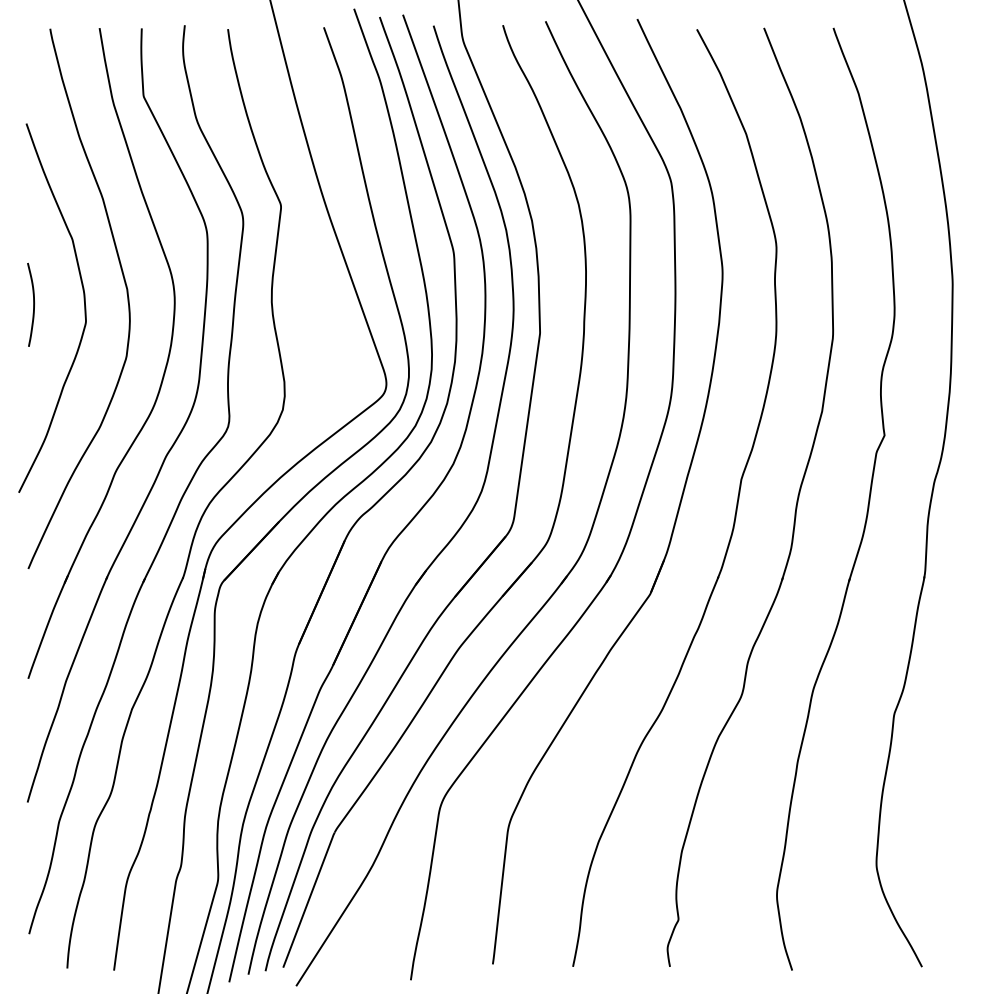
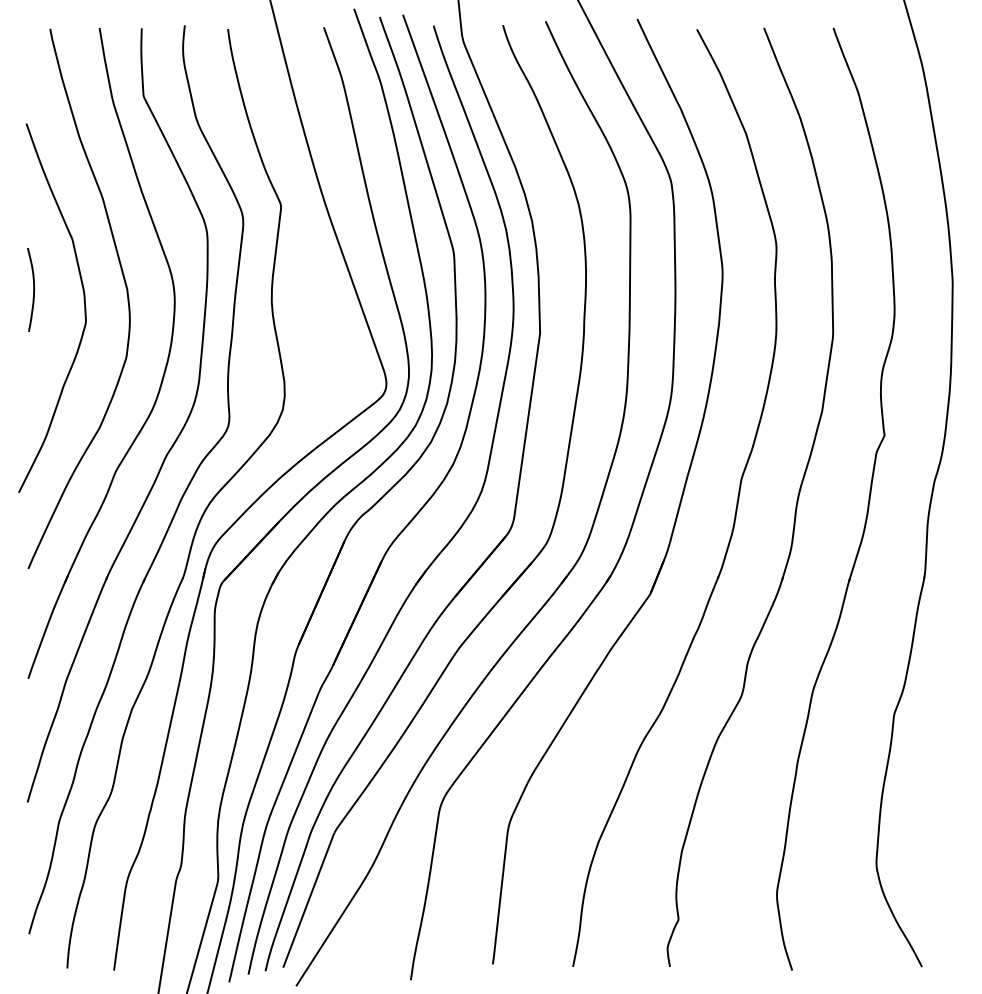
curve at (33, 304) position: (33, 304) -> (33, 289)
